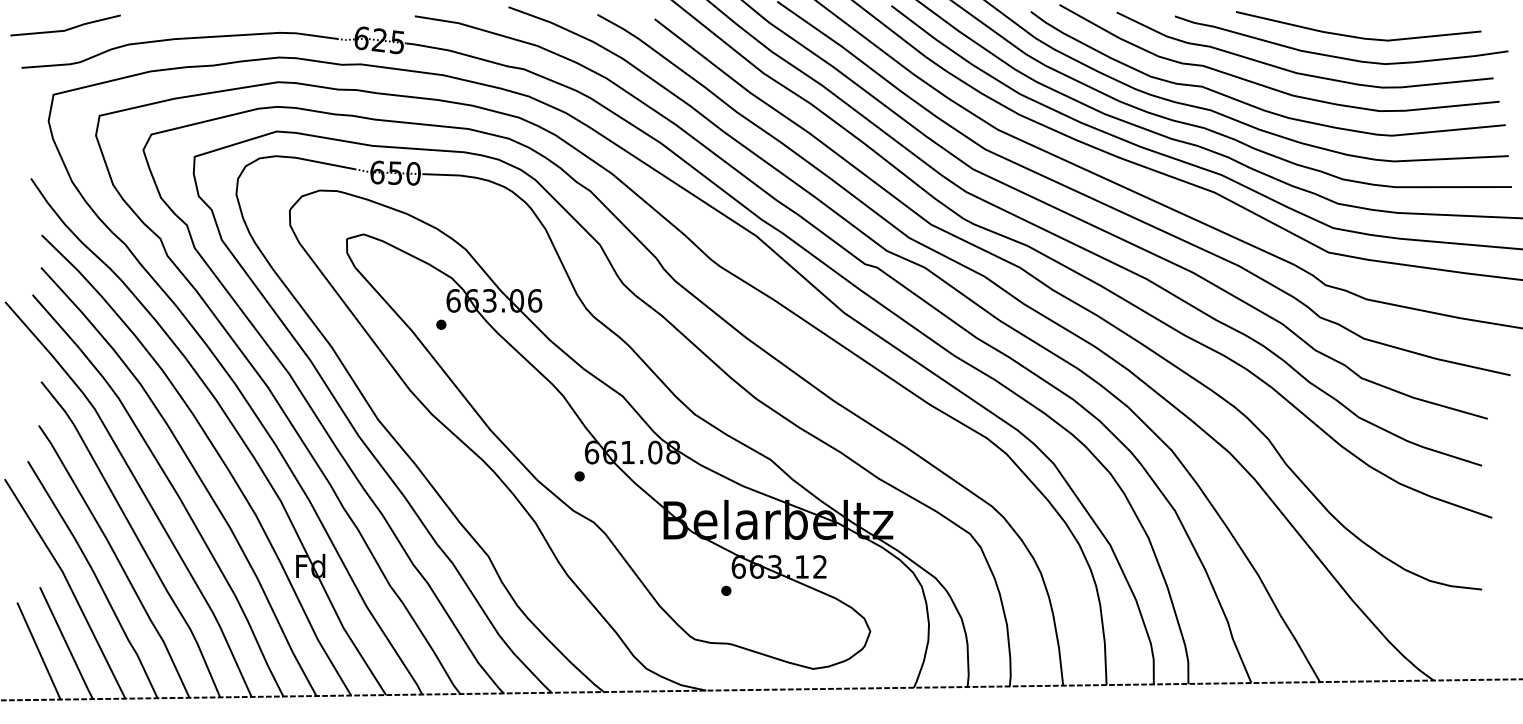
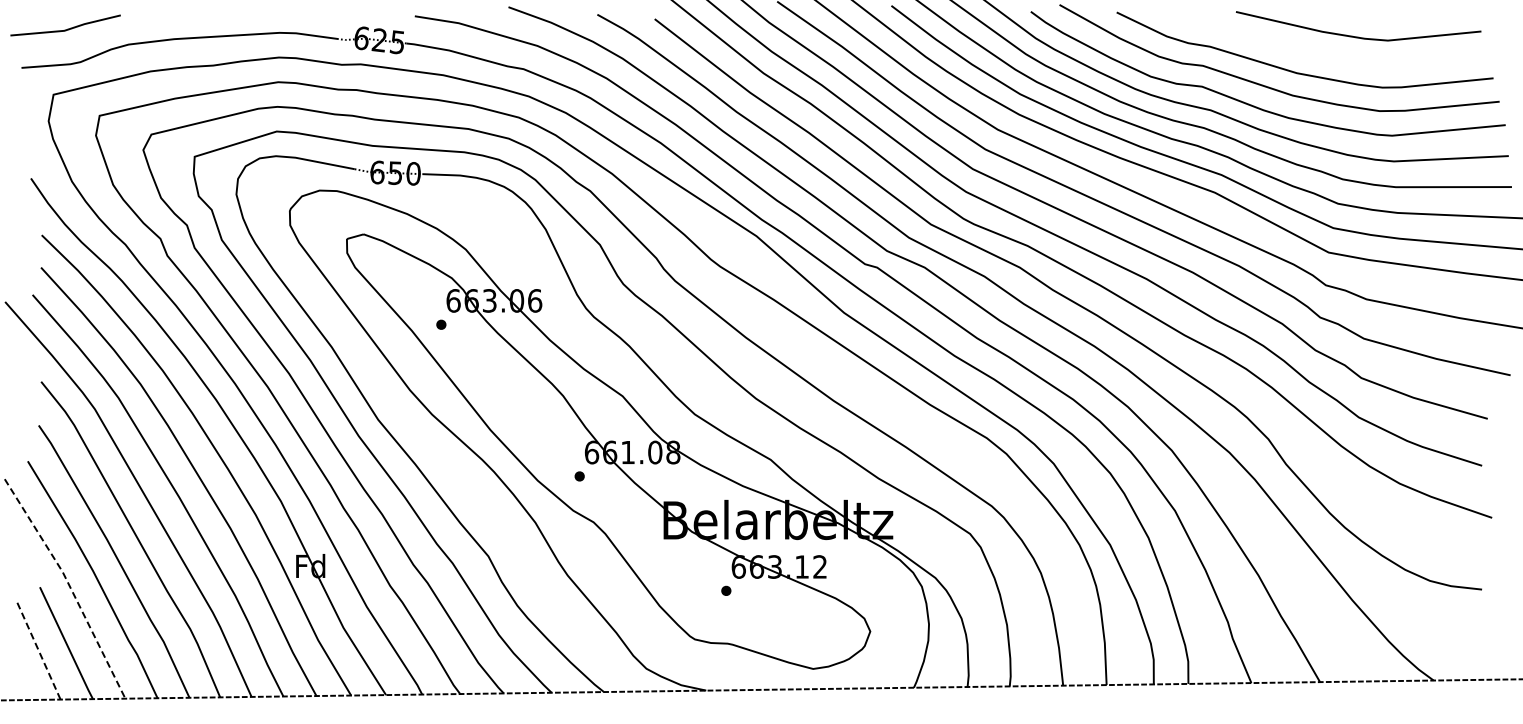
curve at (1339, 56): present -> none
line at (69, 586): solid -> dashed
line at (38, 650): solid -> dashed
